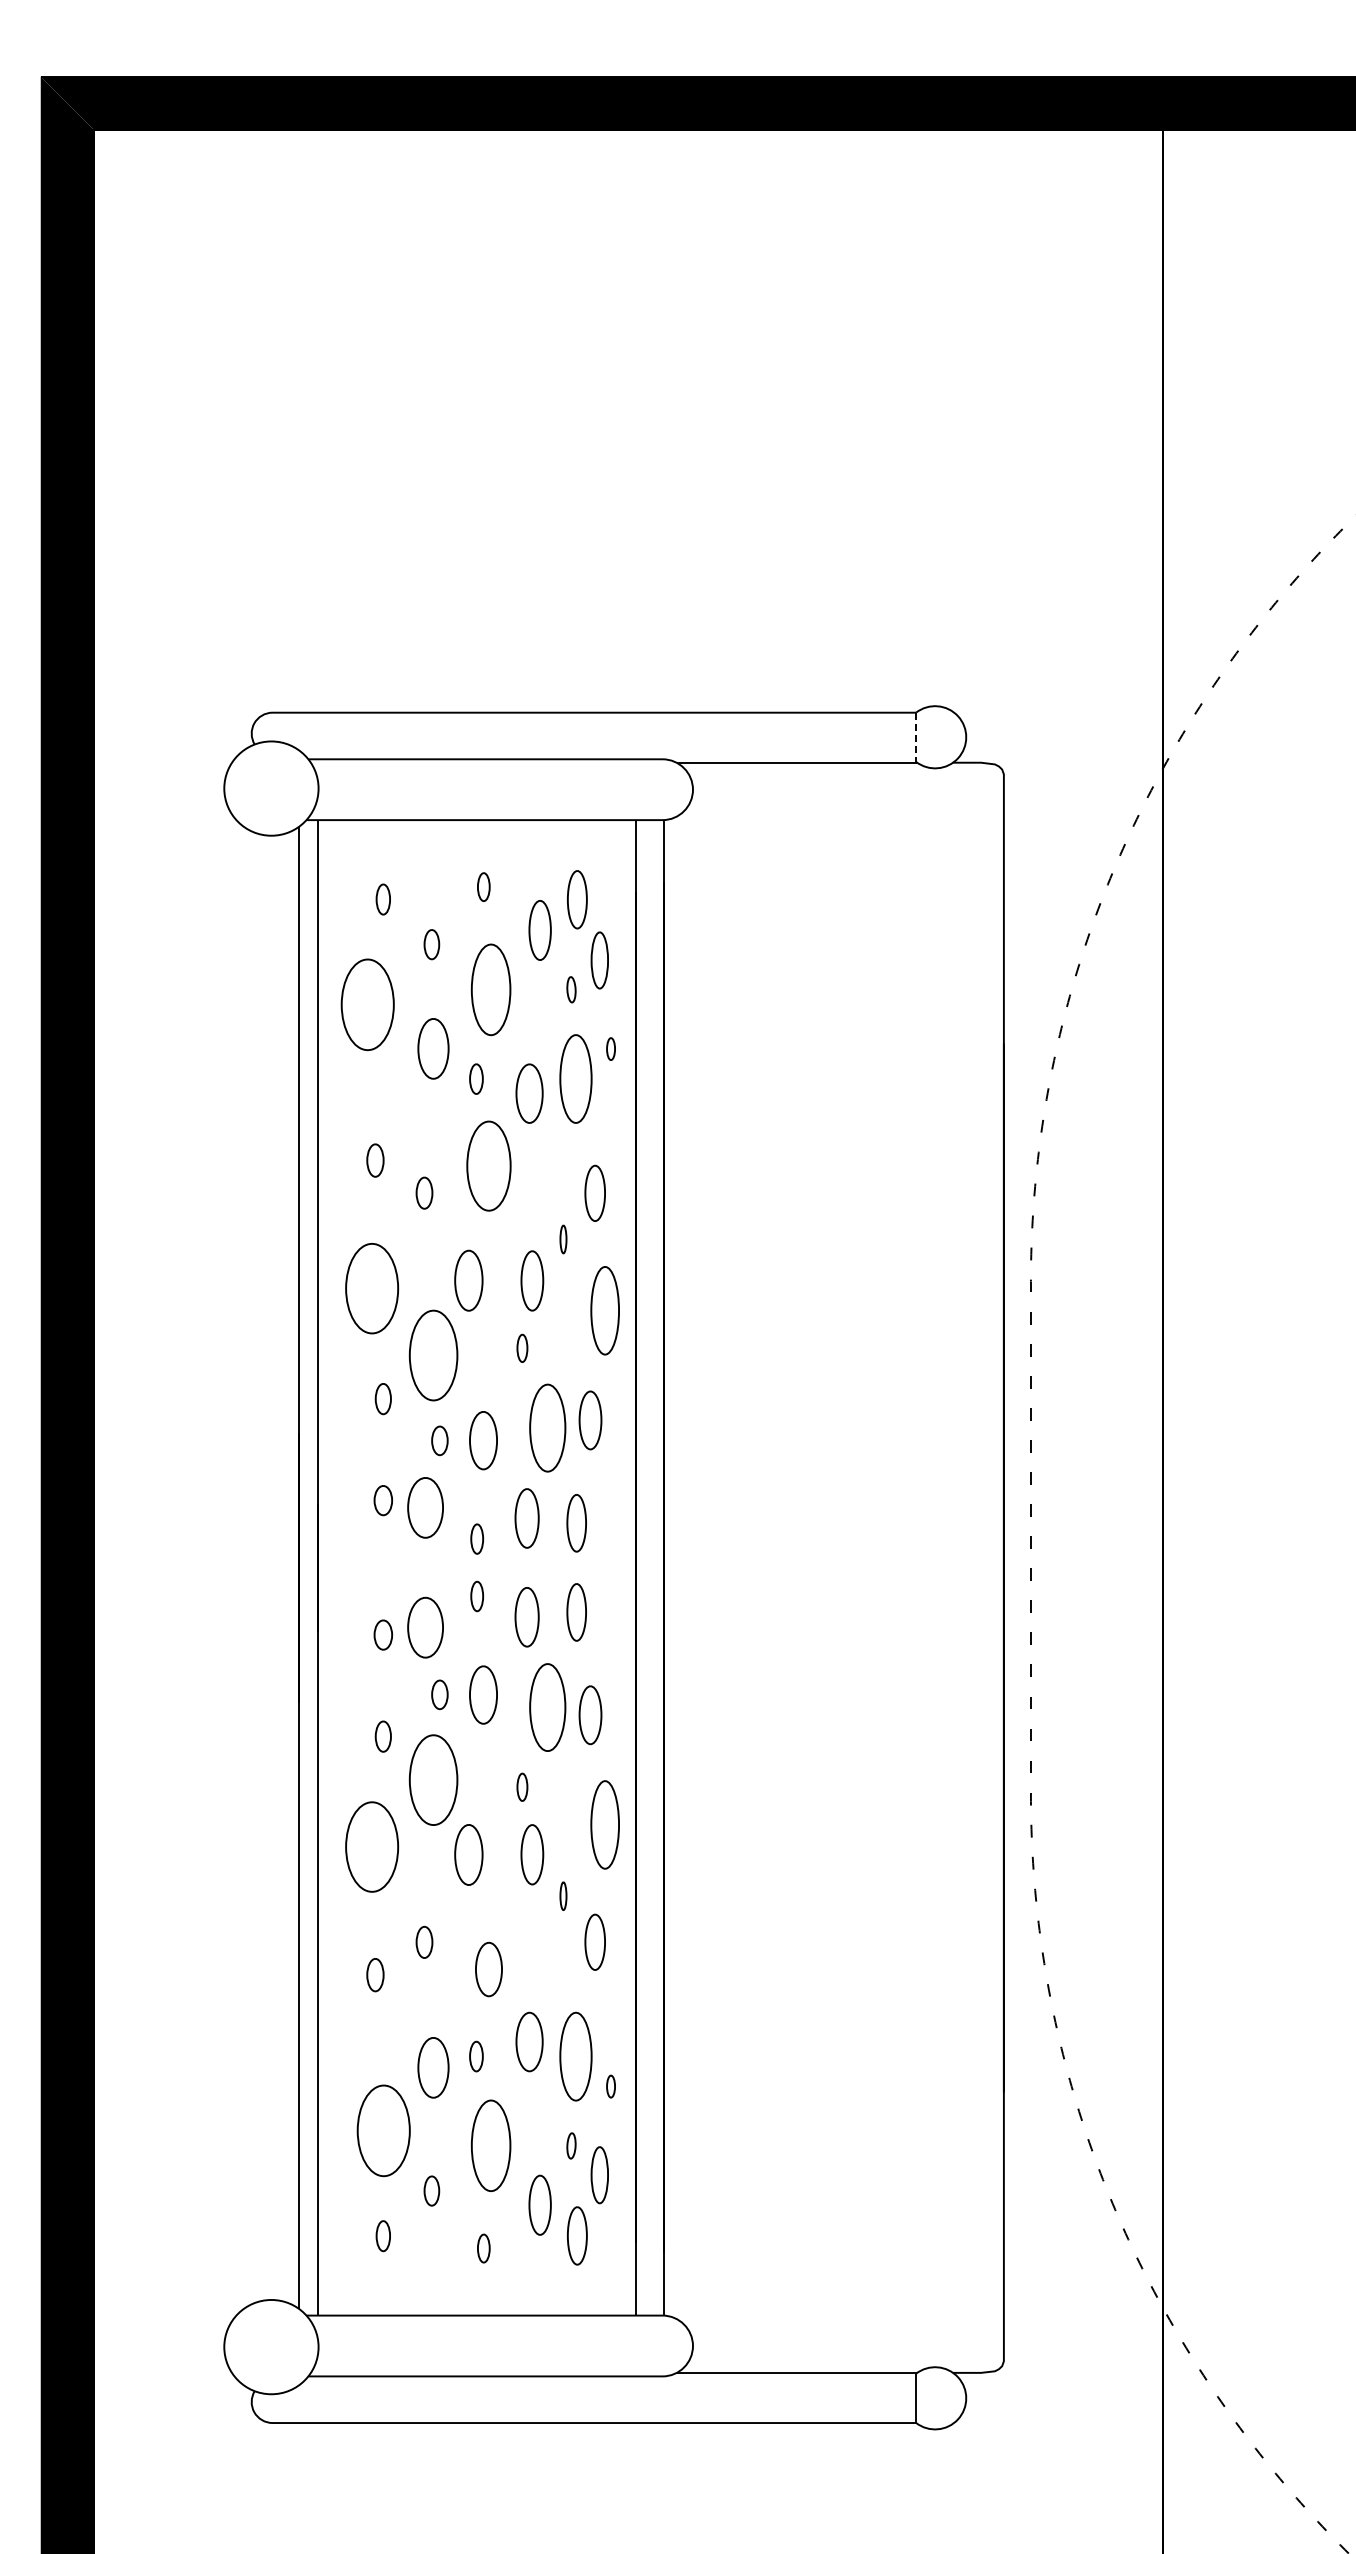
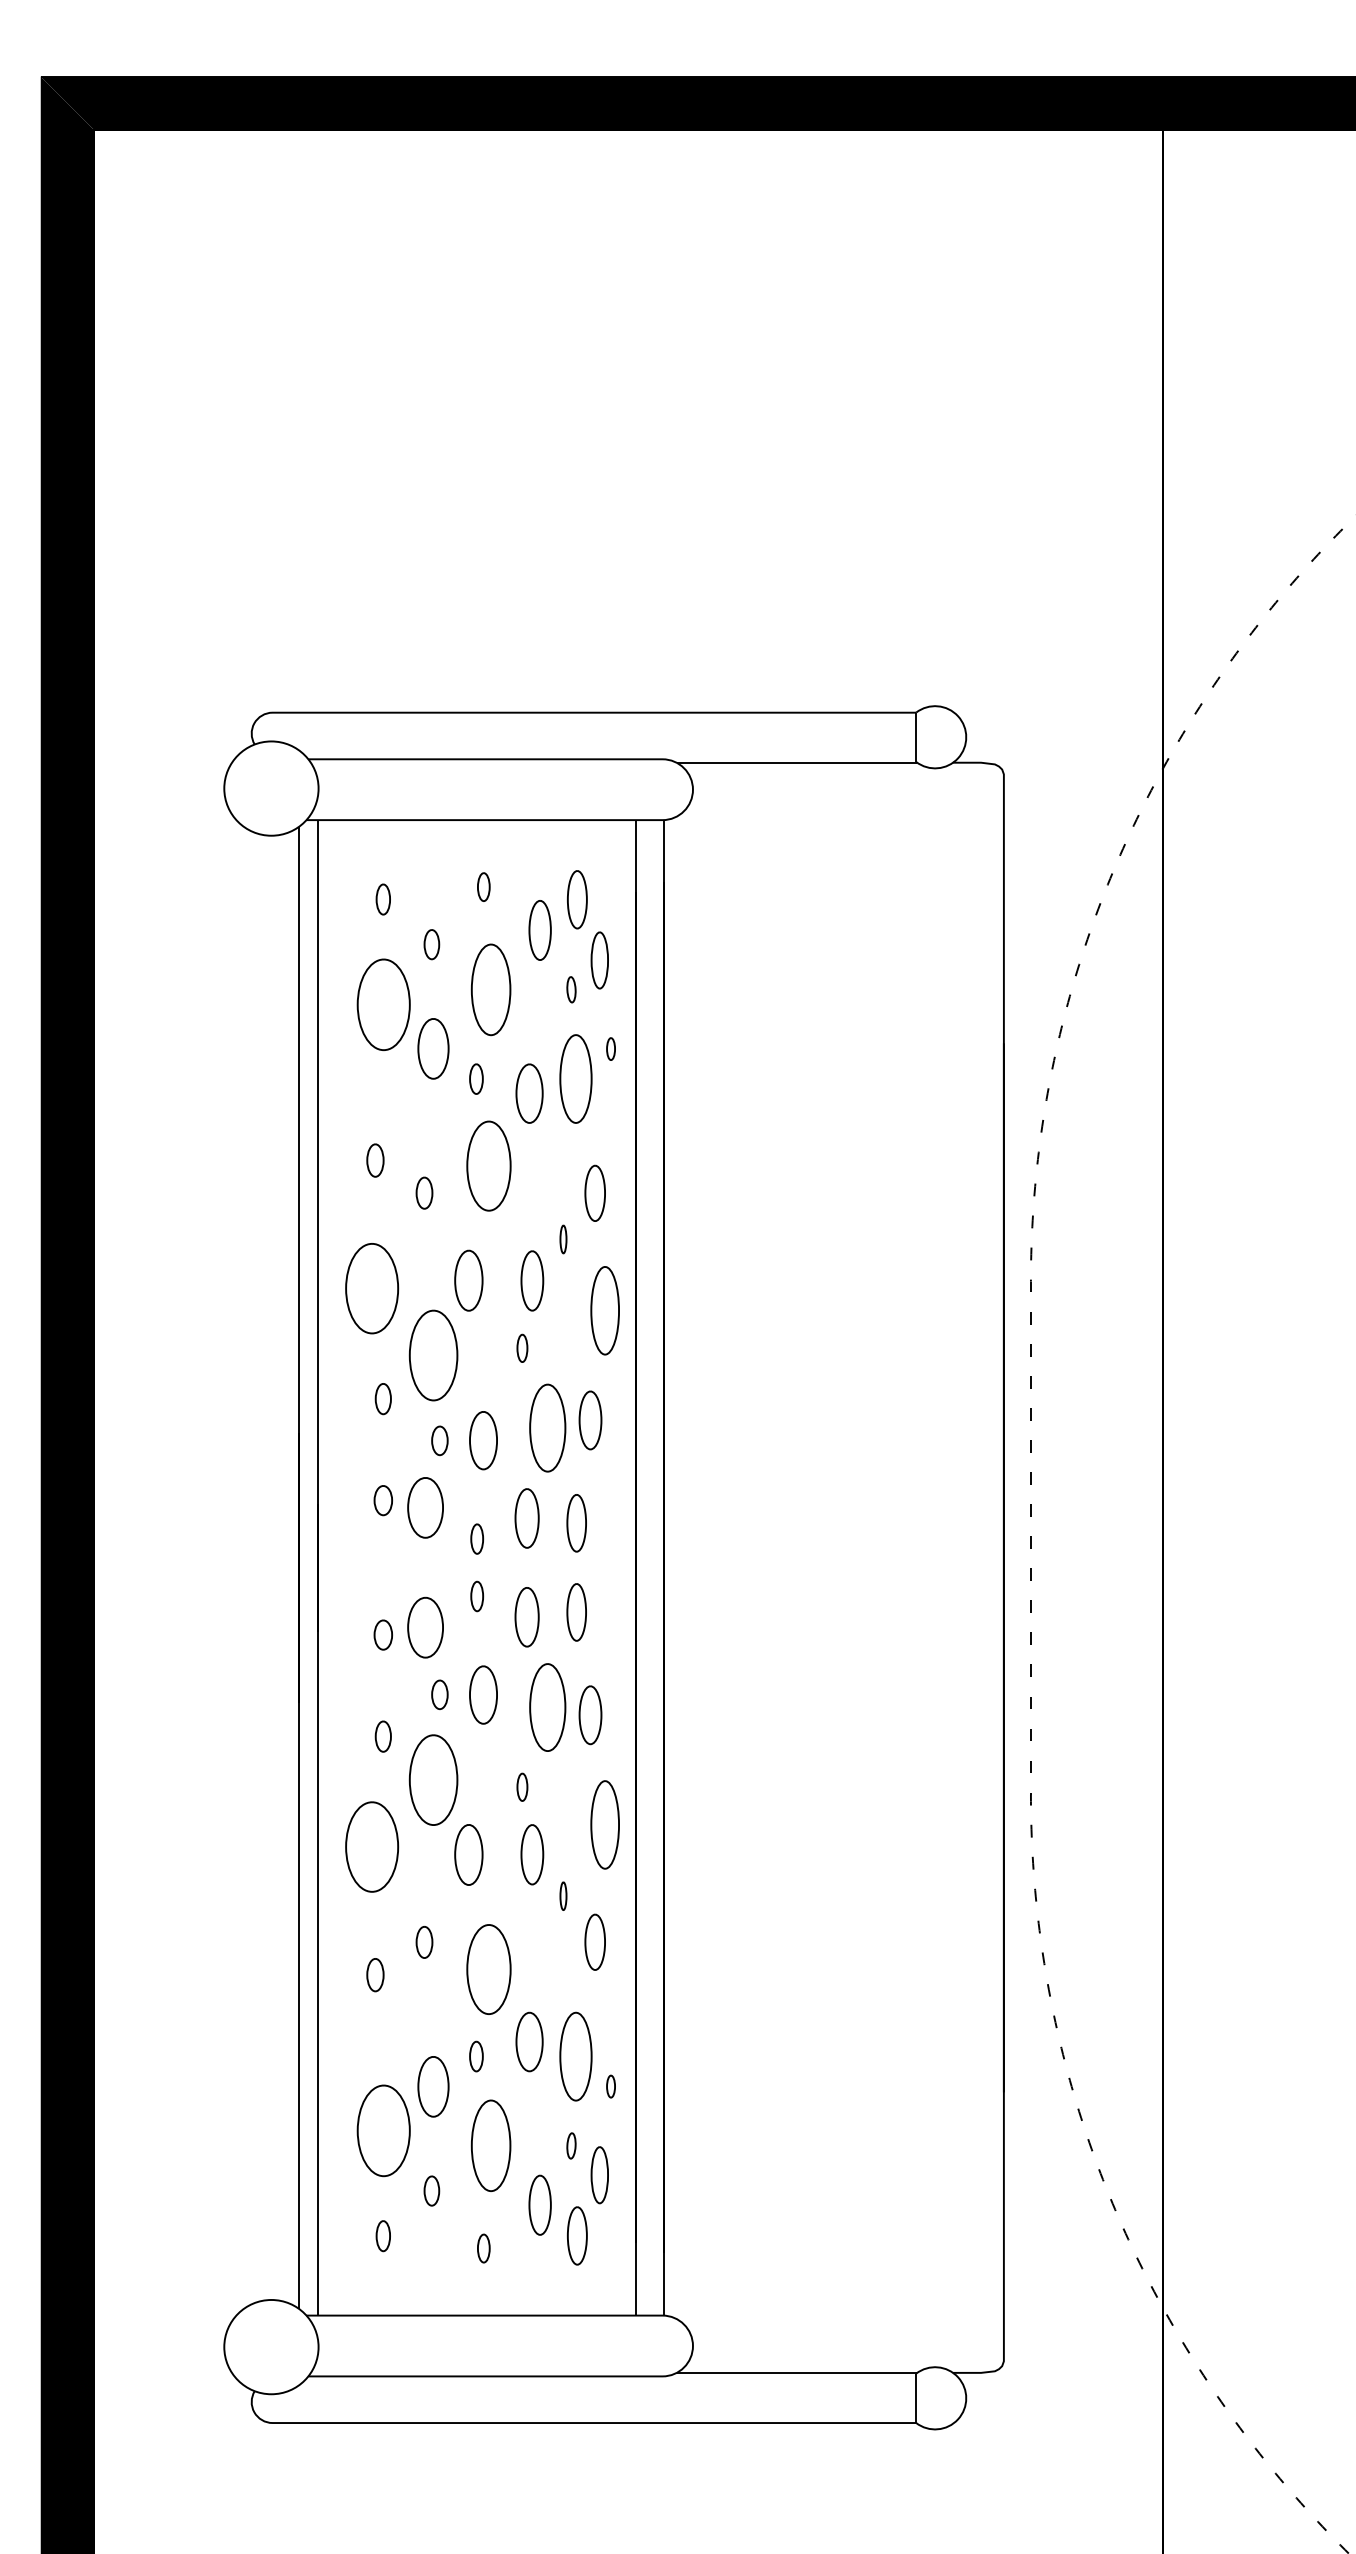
line at (916, 737): dashed -> solid
part at (367, 1004) position: (367, 1004) -> (383, 1004)
part at (488, 1969) size: 28x57 px -> 46x91 px
part at (433, 2067) position: (433, 2067) -> (433, 2086)
